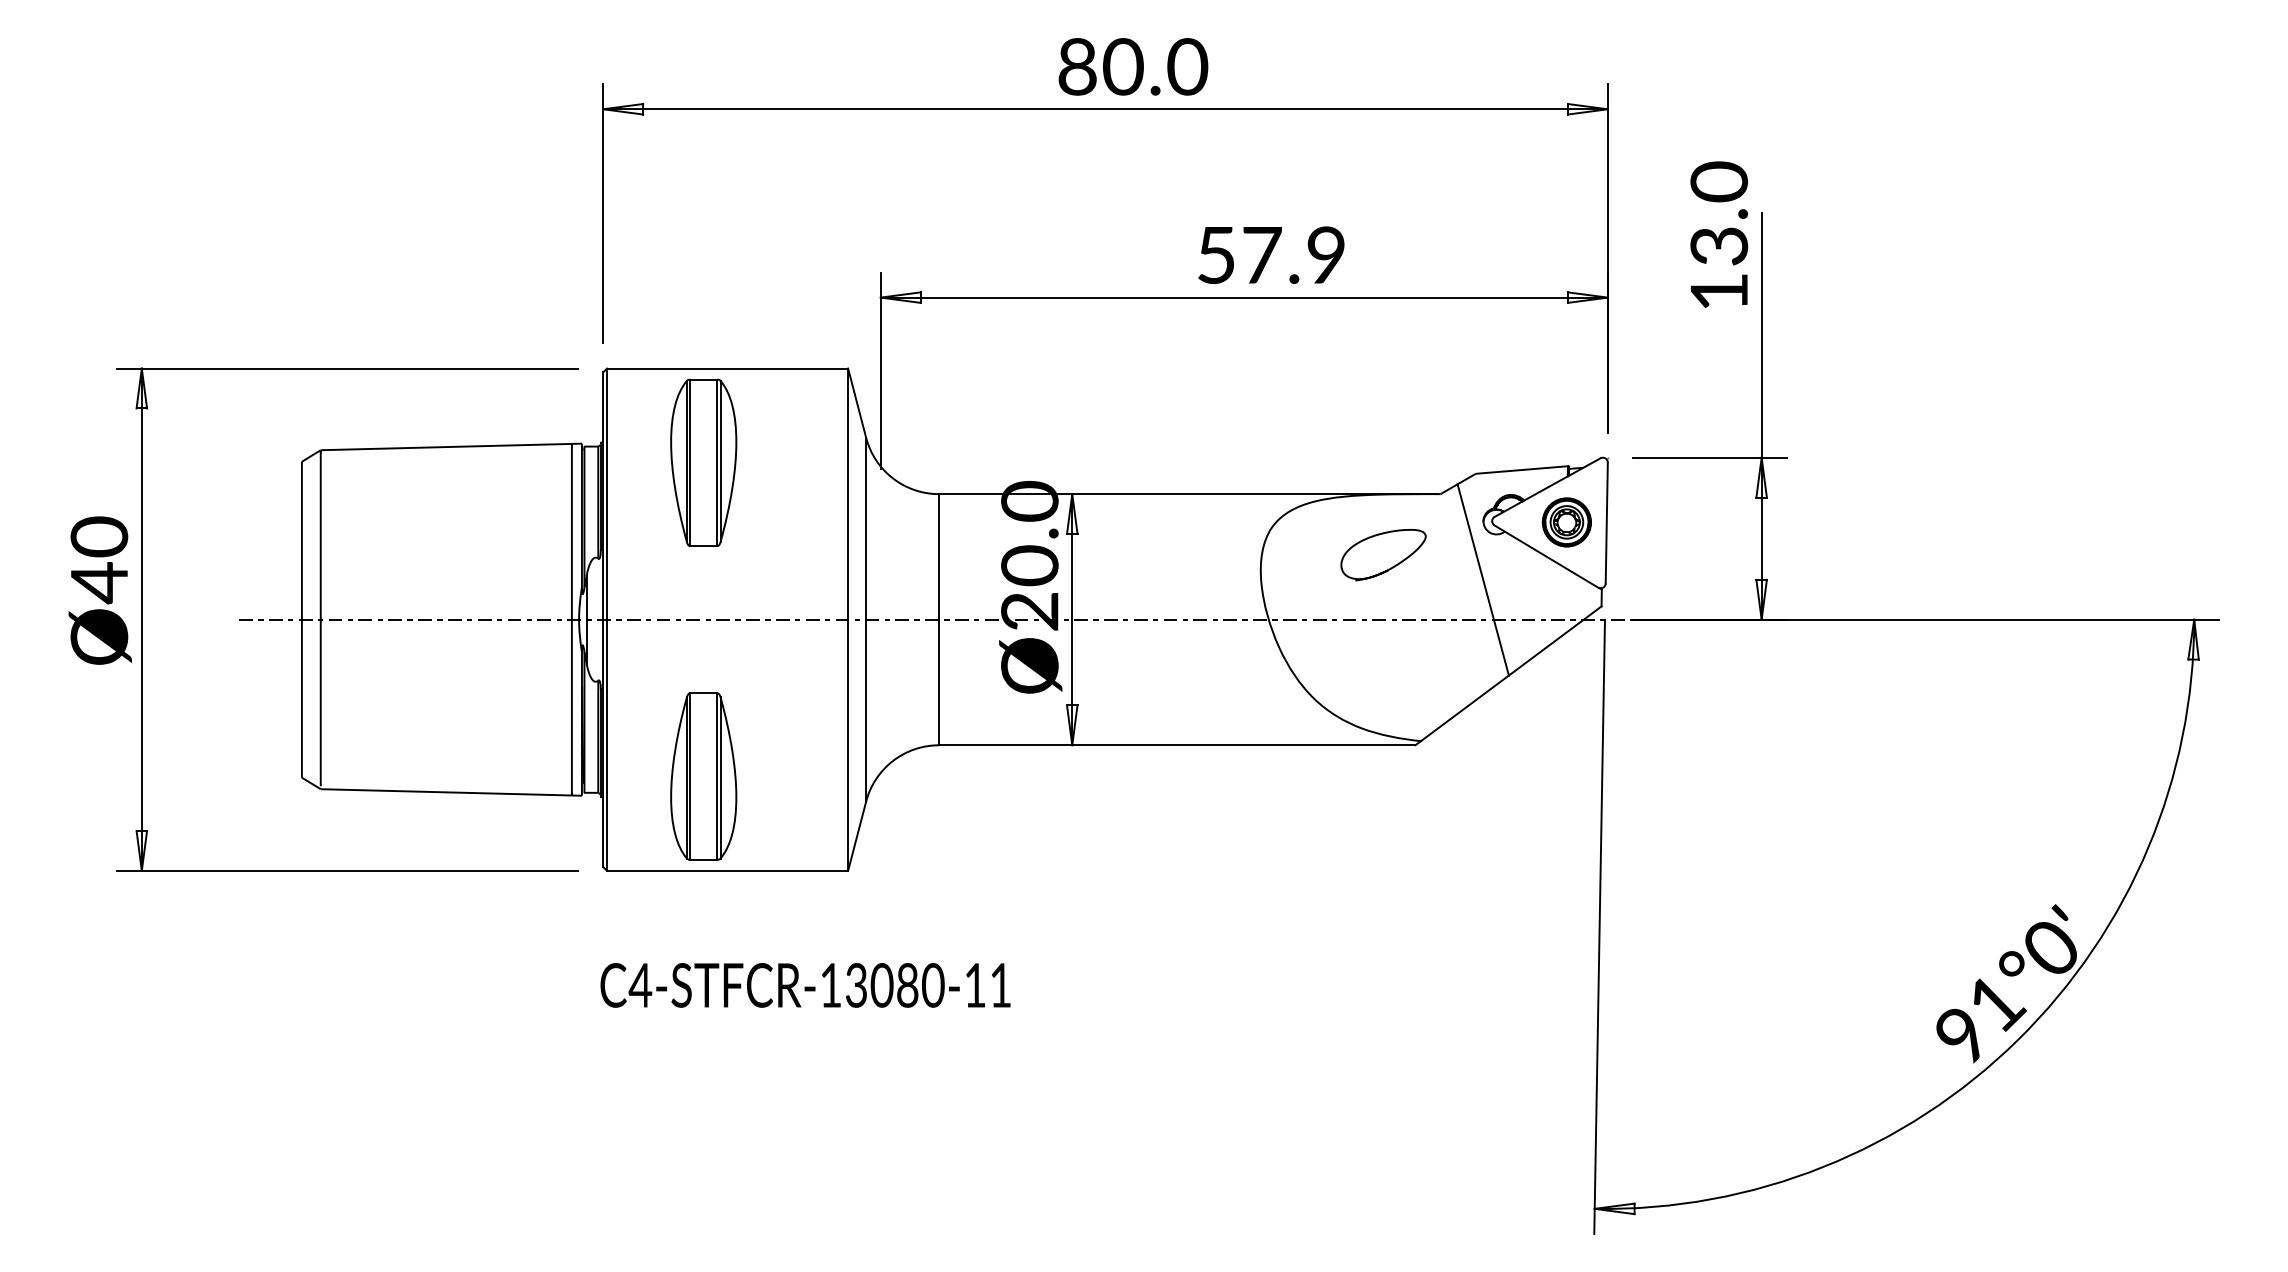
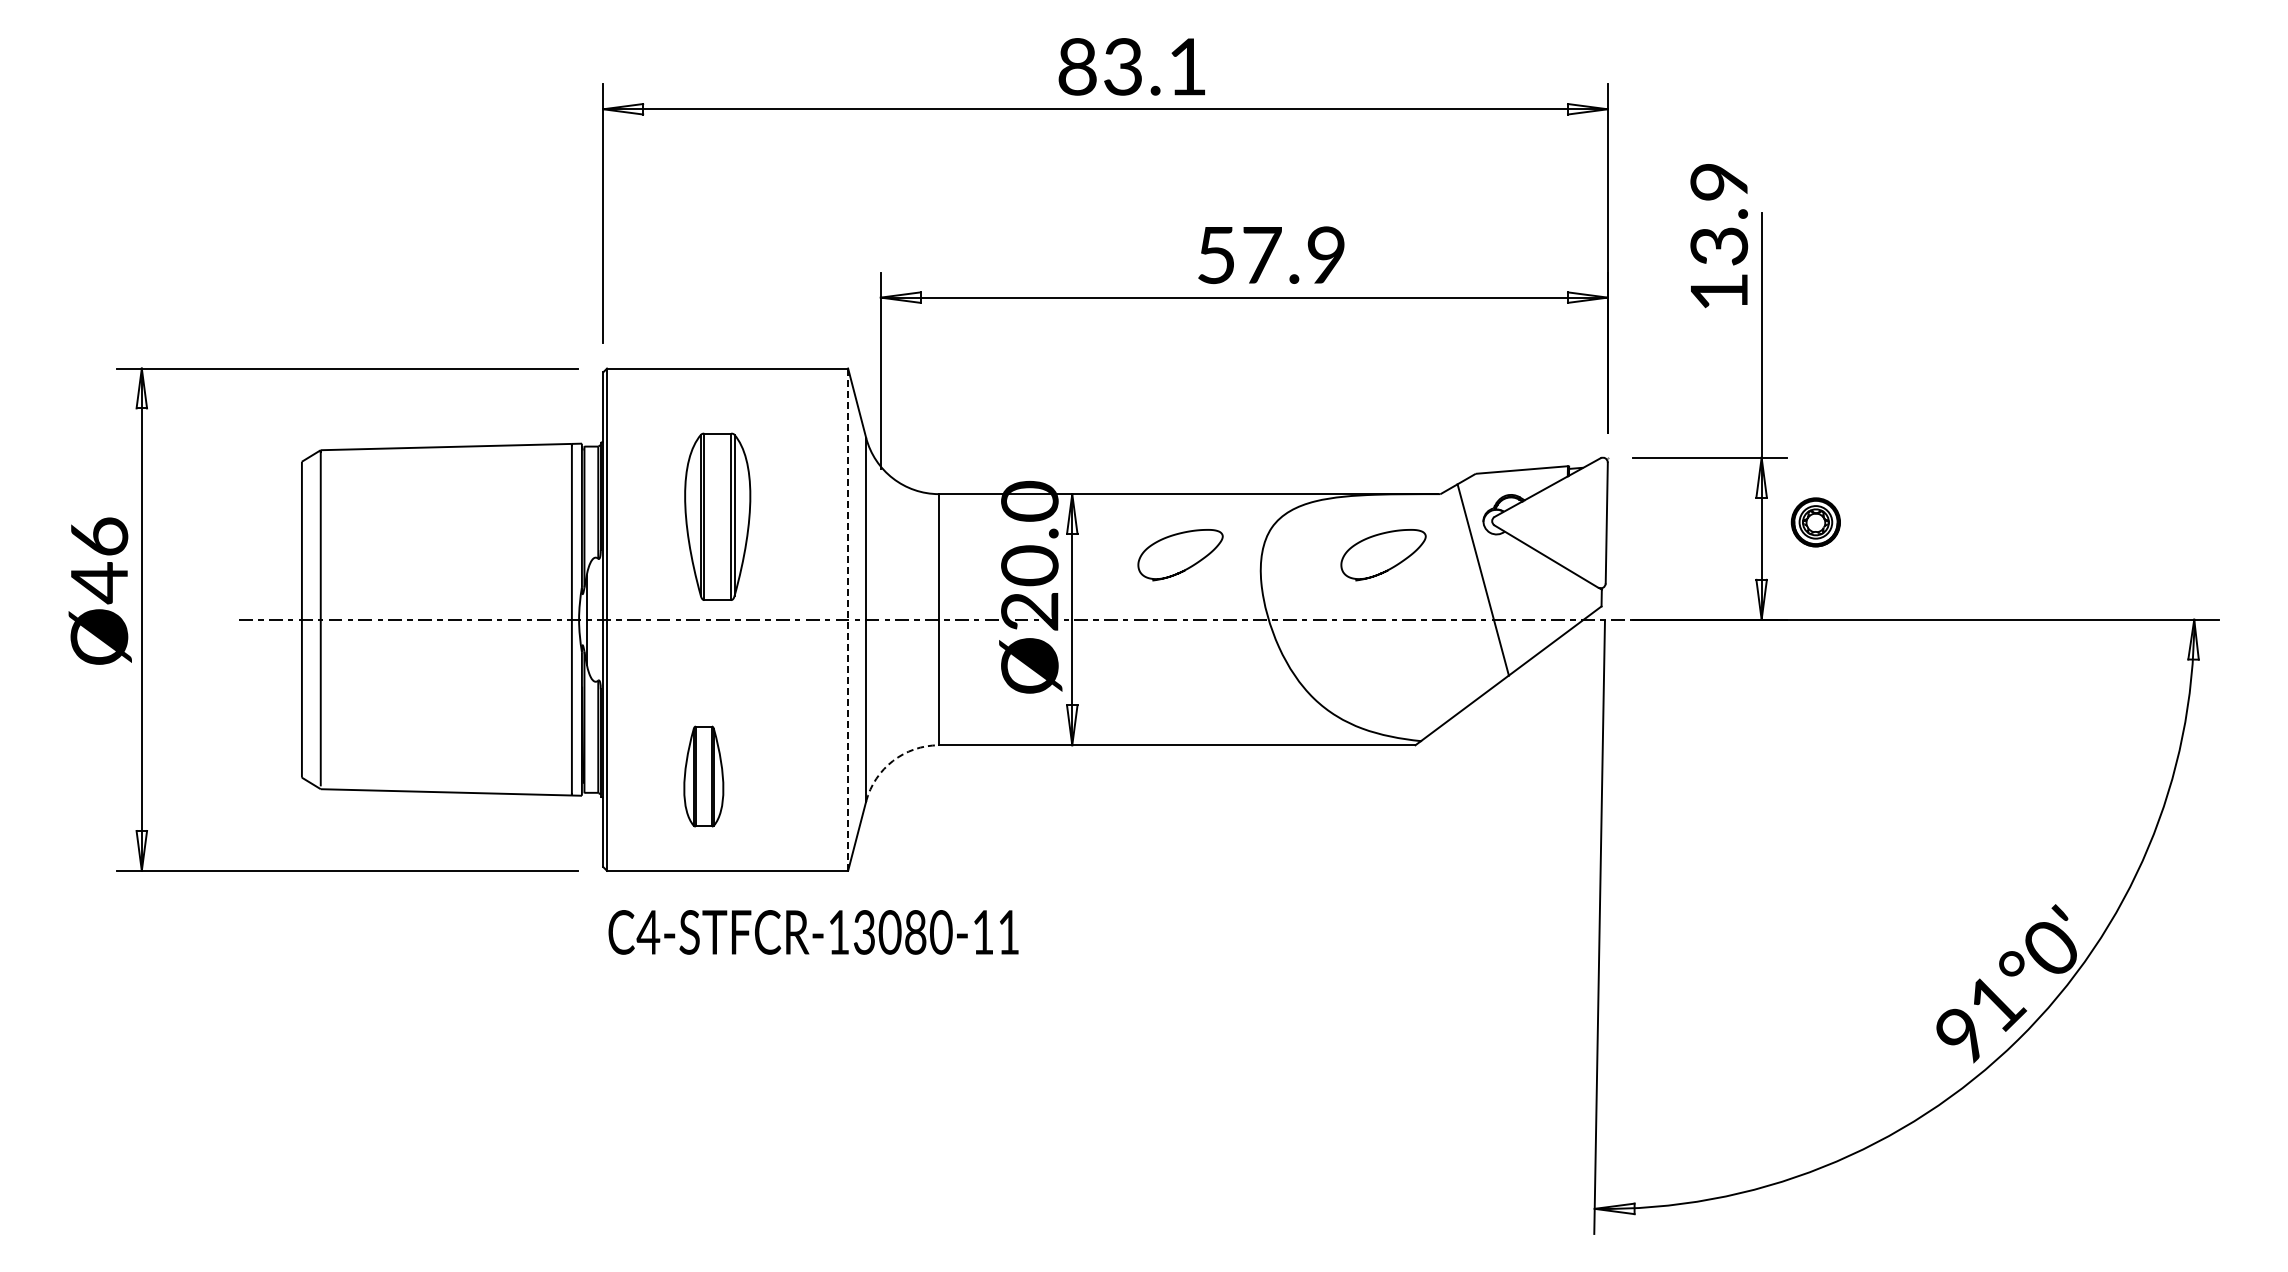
text at (1155, 66): 80.0 -> 83.1
text at (1719, 181): 13.0 -> 13.9
part at (703, 462) position: (703, 462) -> (717, 516)
part at (1566, 522) position: (1566, 522) -> (1815, 522)
text at (98, 536): Ø40 -> Ø46
curve at (1187, 567): none -> present
line at (848, 619): solid -> dashed
arc at (892, 761): solid -> dashed
part at (703, 776) size: 68x169 px -> 42x103 px
text at (805, 985) position: (805, 985) -> (813, 932)
